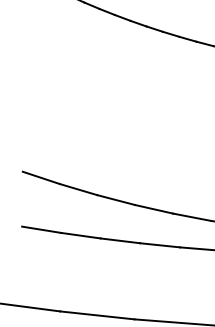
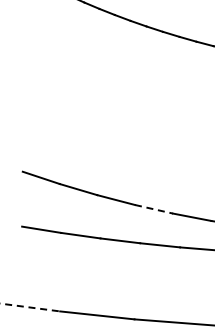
line at (154, 209): solid -> dashed
line at (30, 307): solid -> dashed
